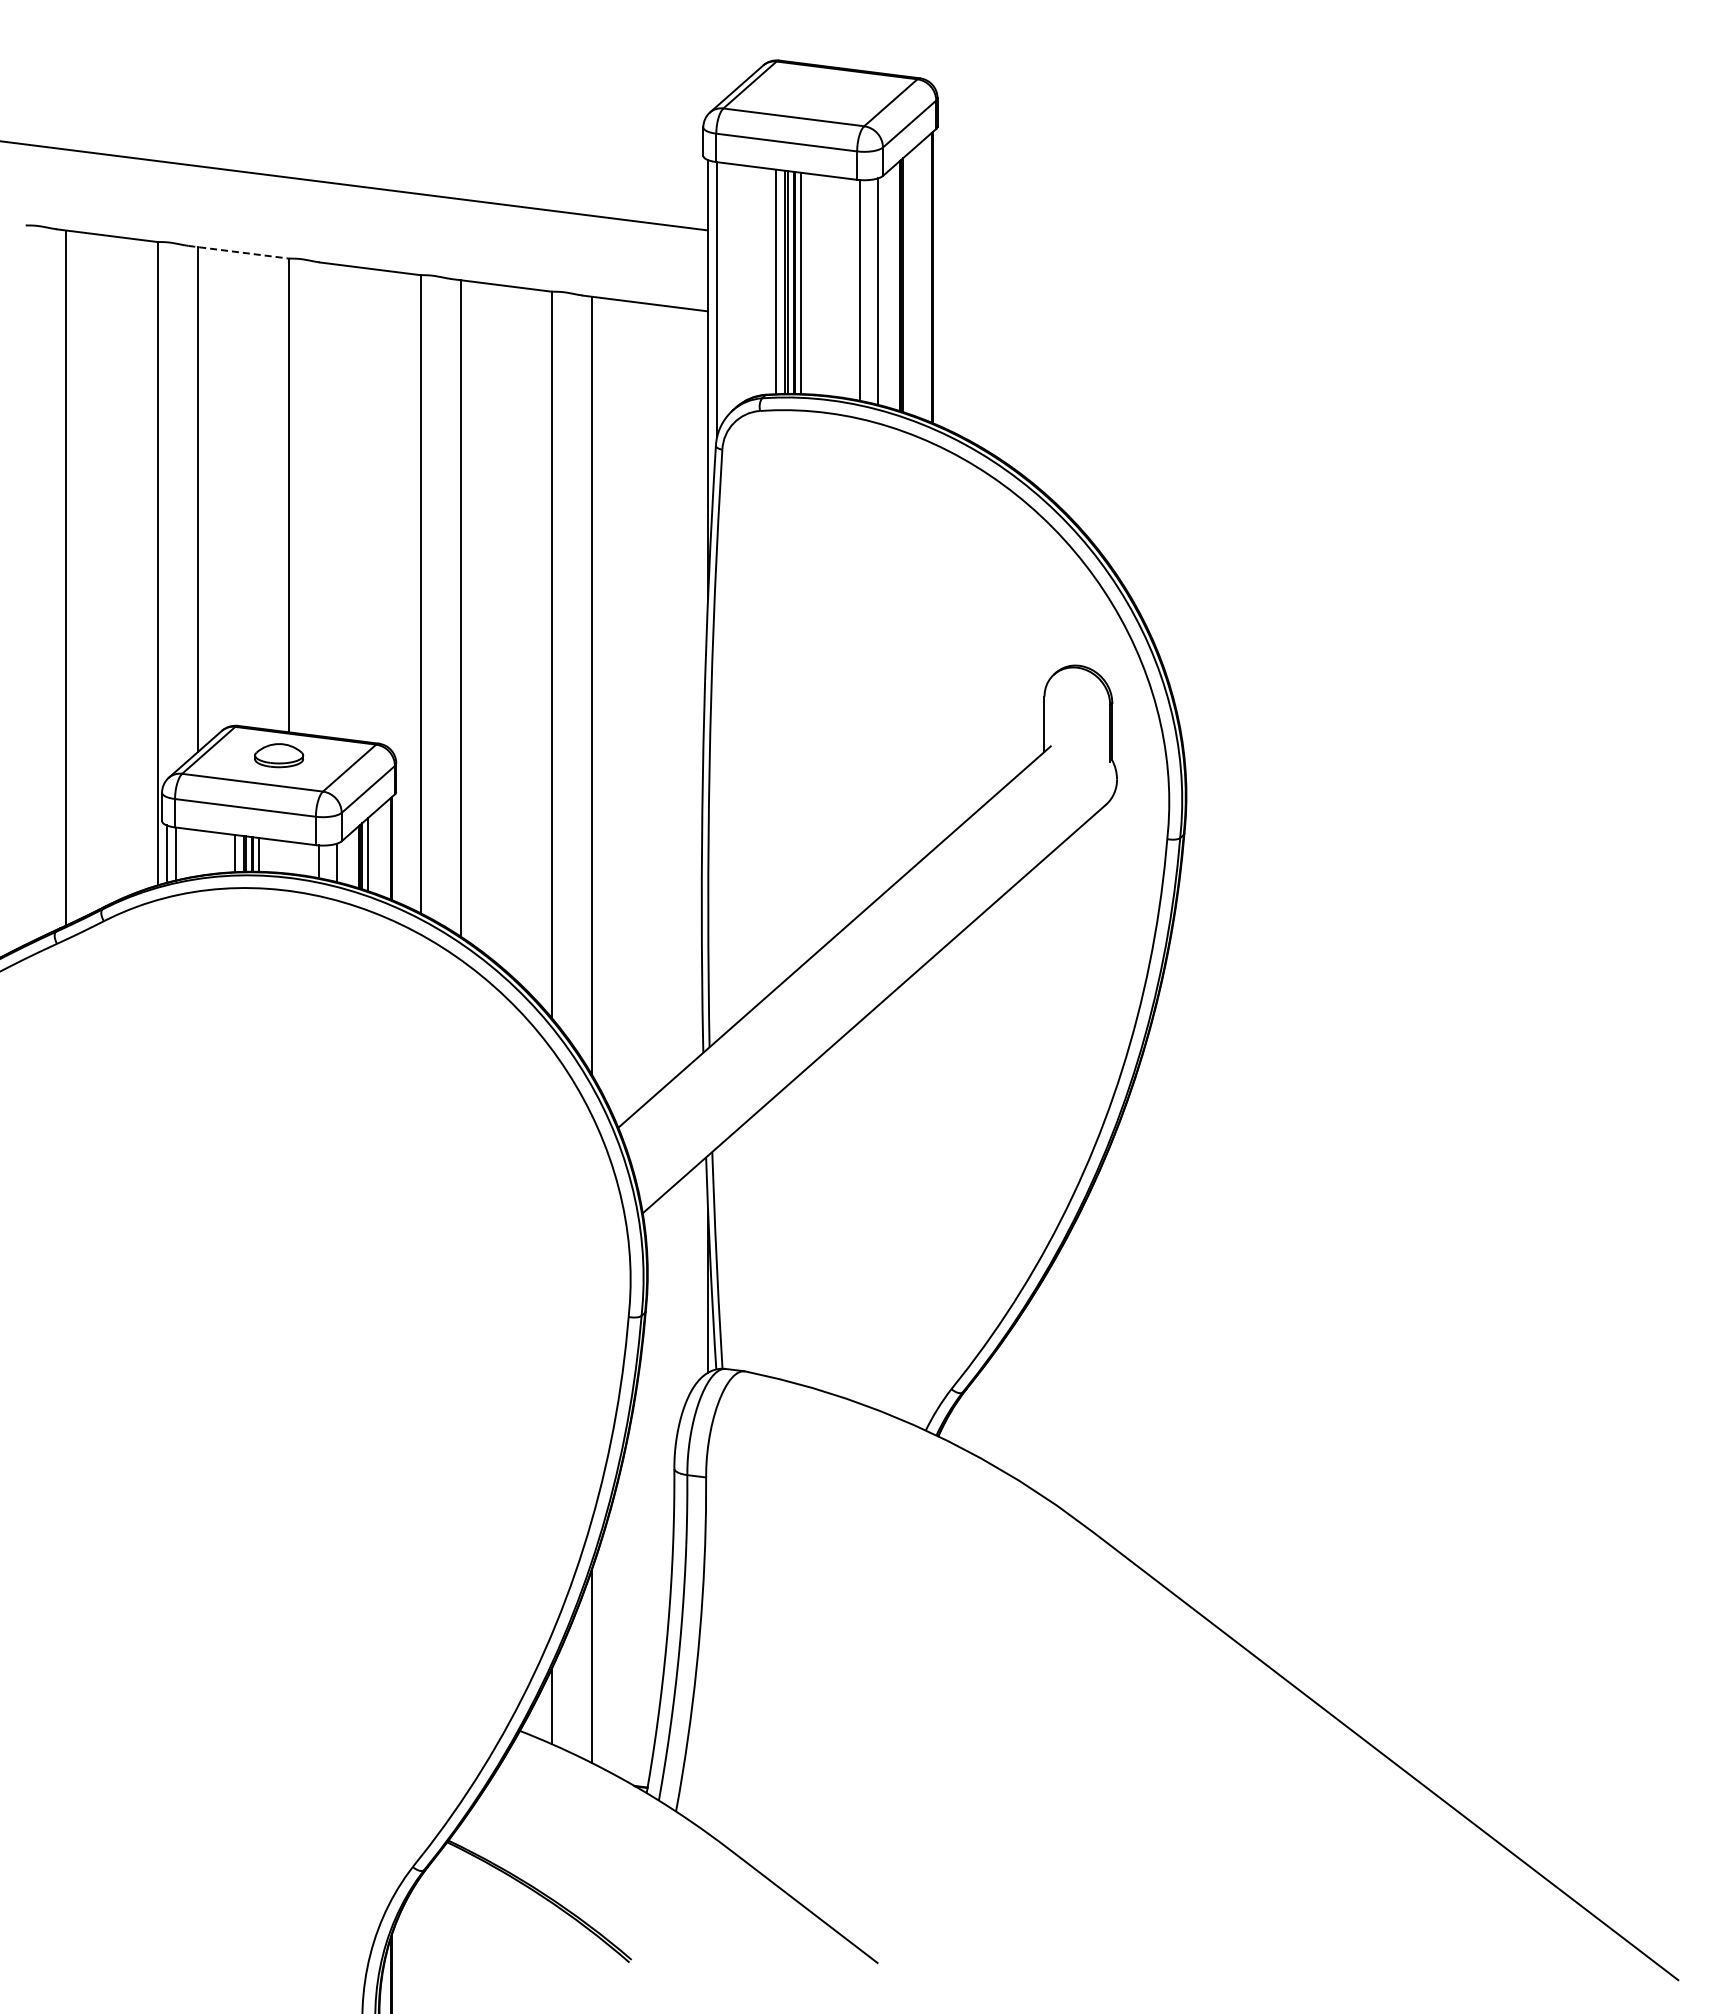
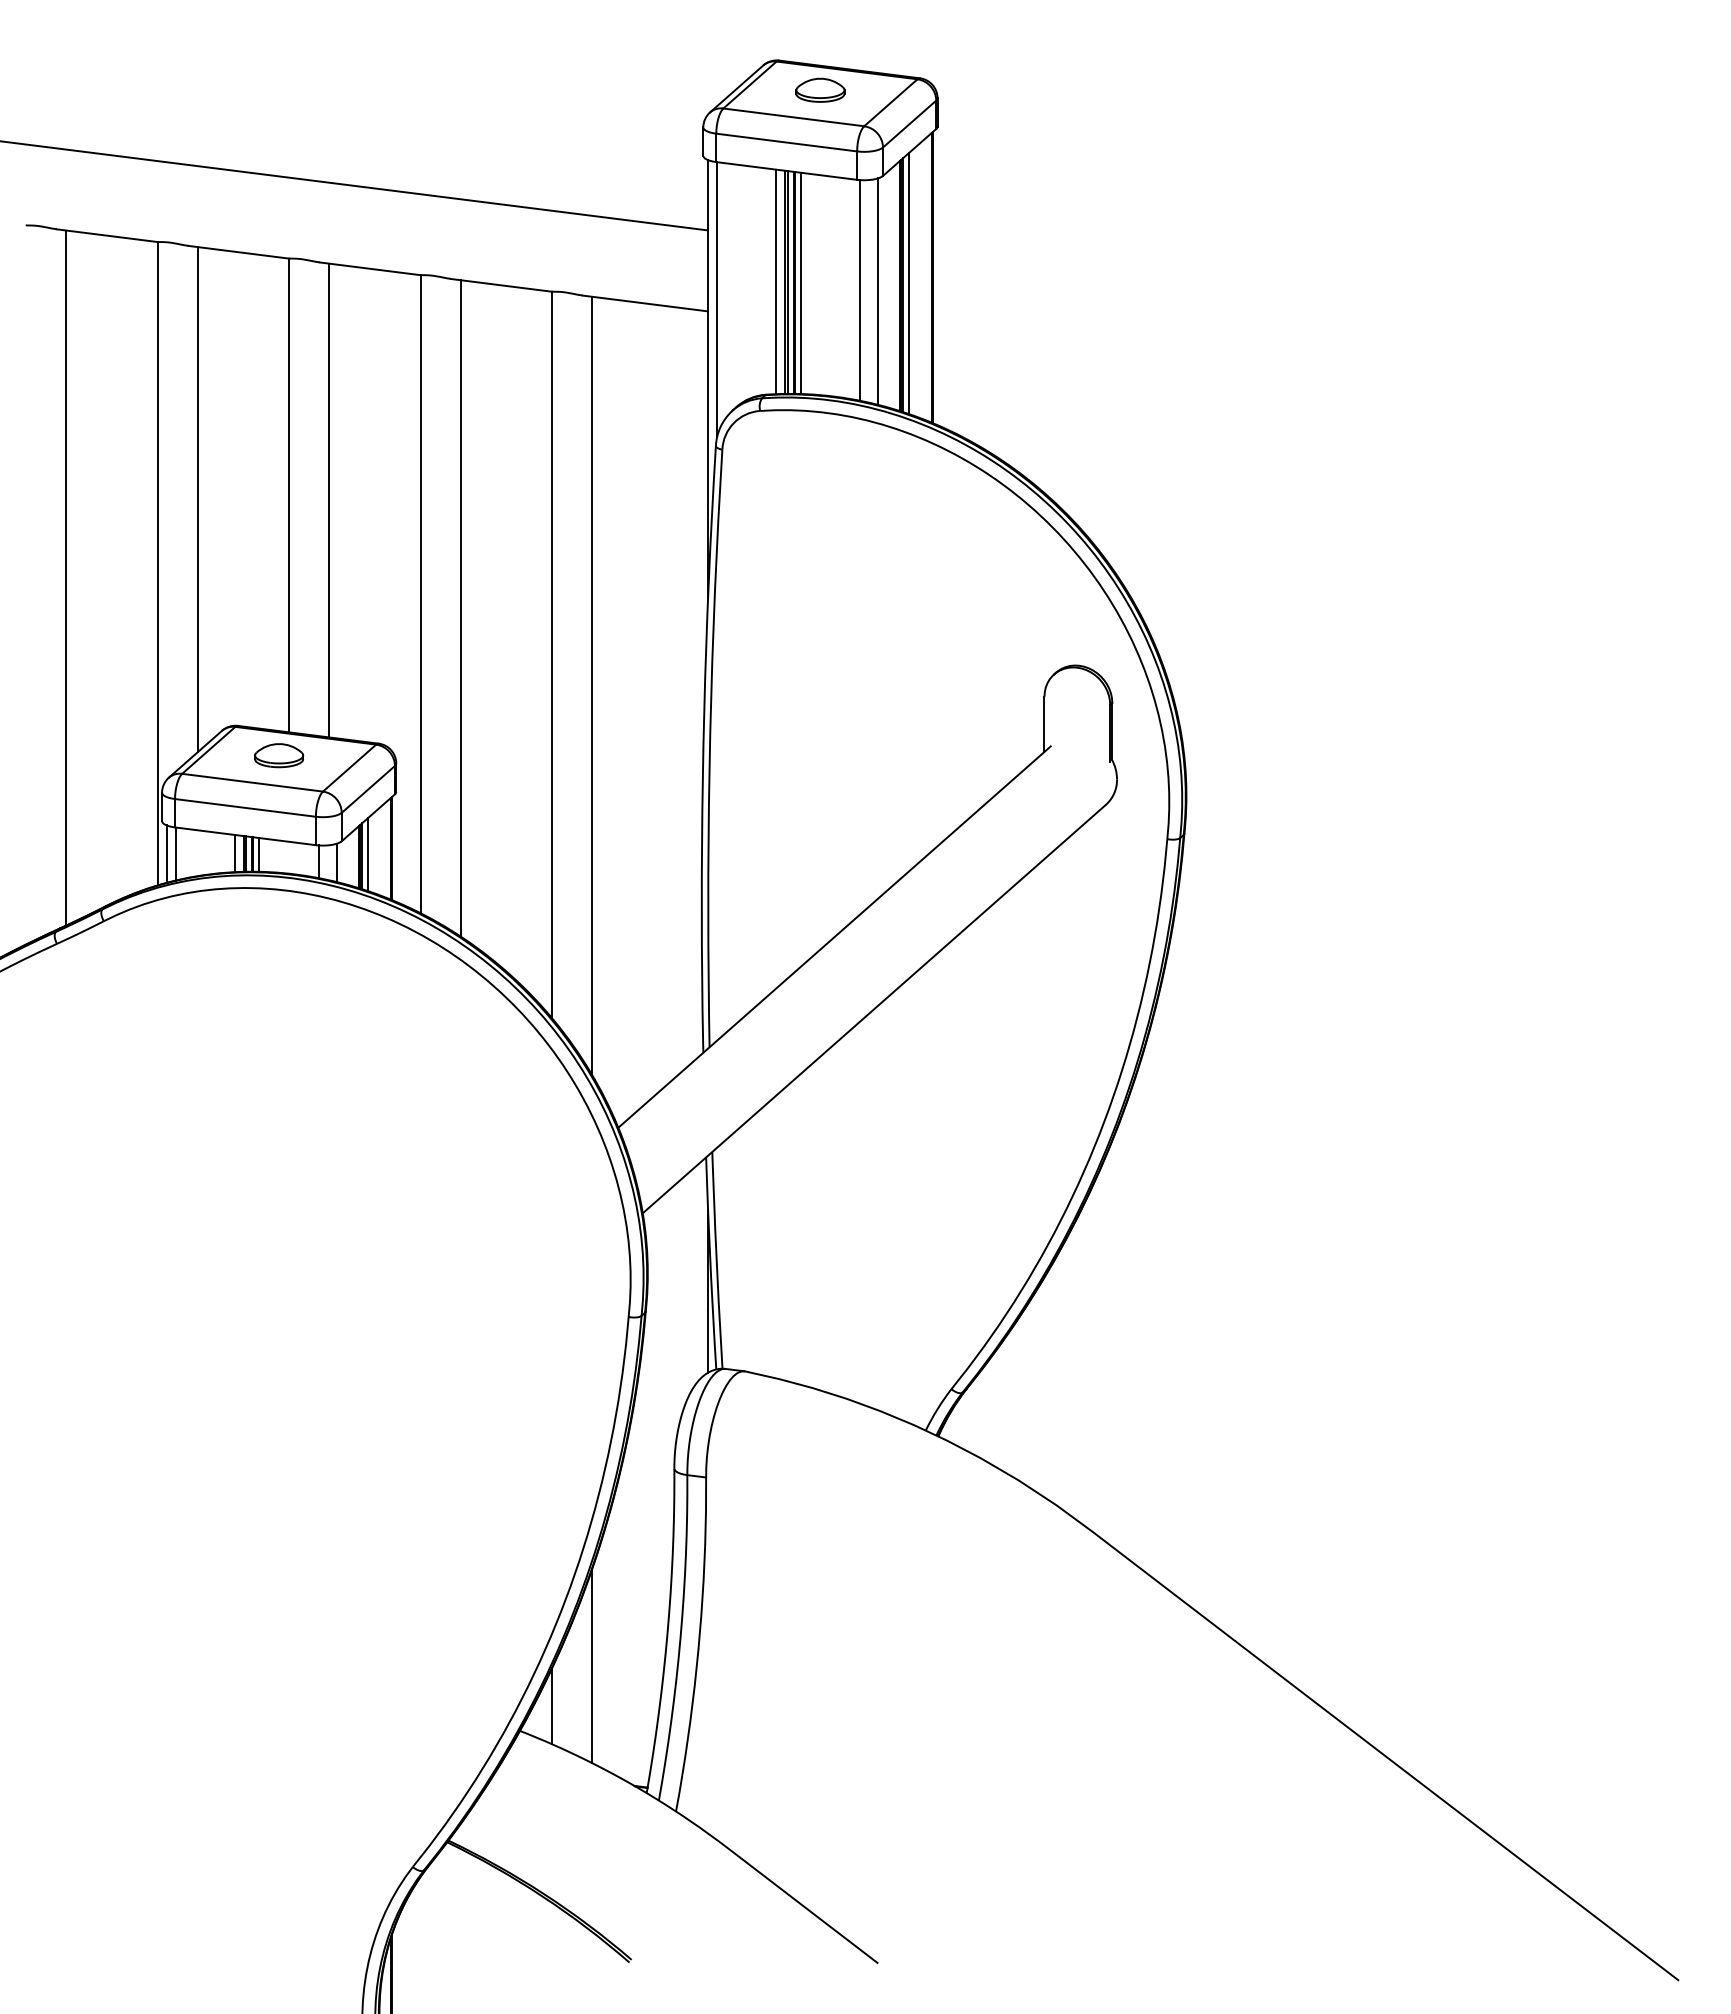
part at (820, 89): none -> present
line at (238, 252): dashed -> solid
line at (909, 283): none -> present
line at (329, 500): none -> present
